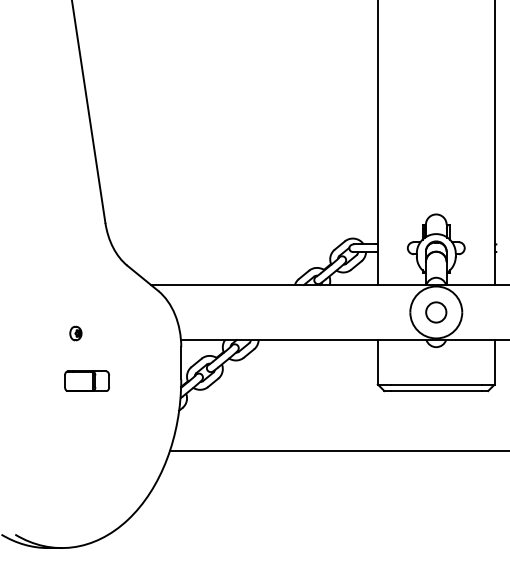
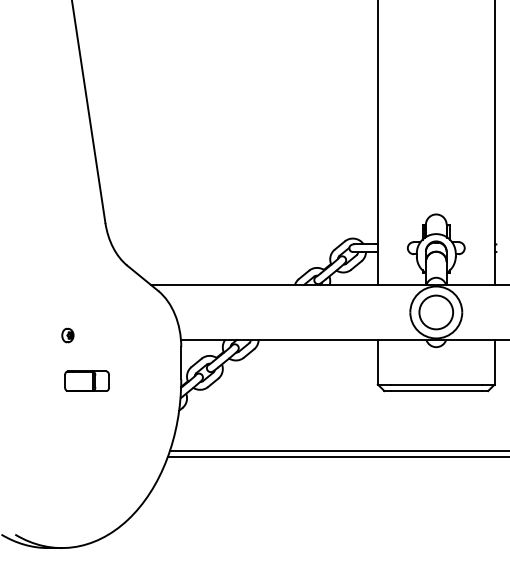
circle at (436, 312) diameter: 20 px -> 34 px
part at (75, 333) position: (75, 333) -> (67, 335)
line at (336, 456): none -> present
